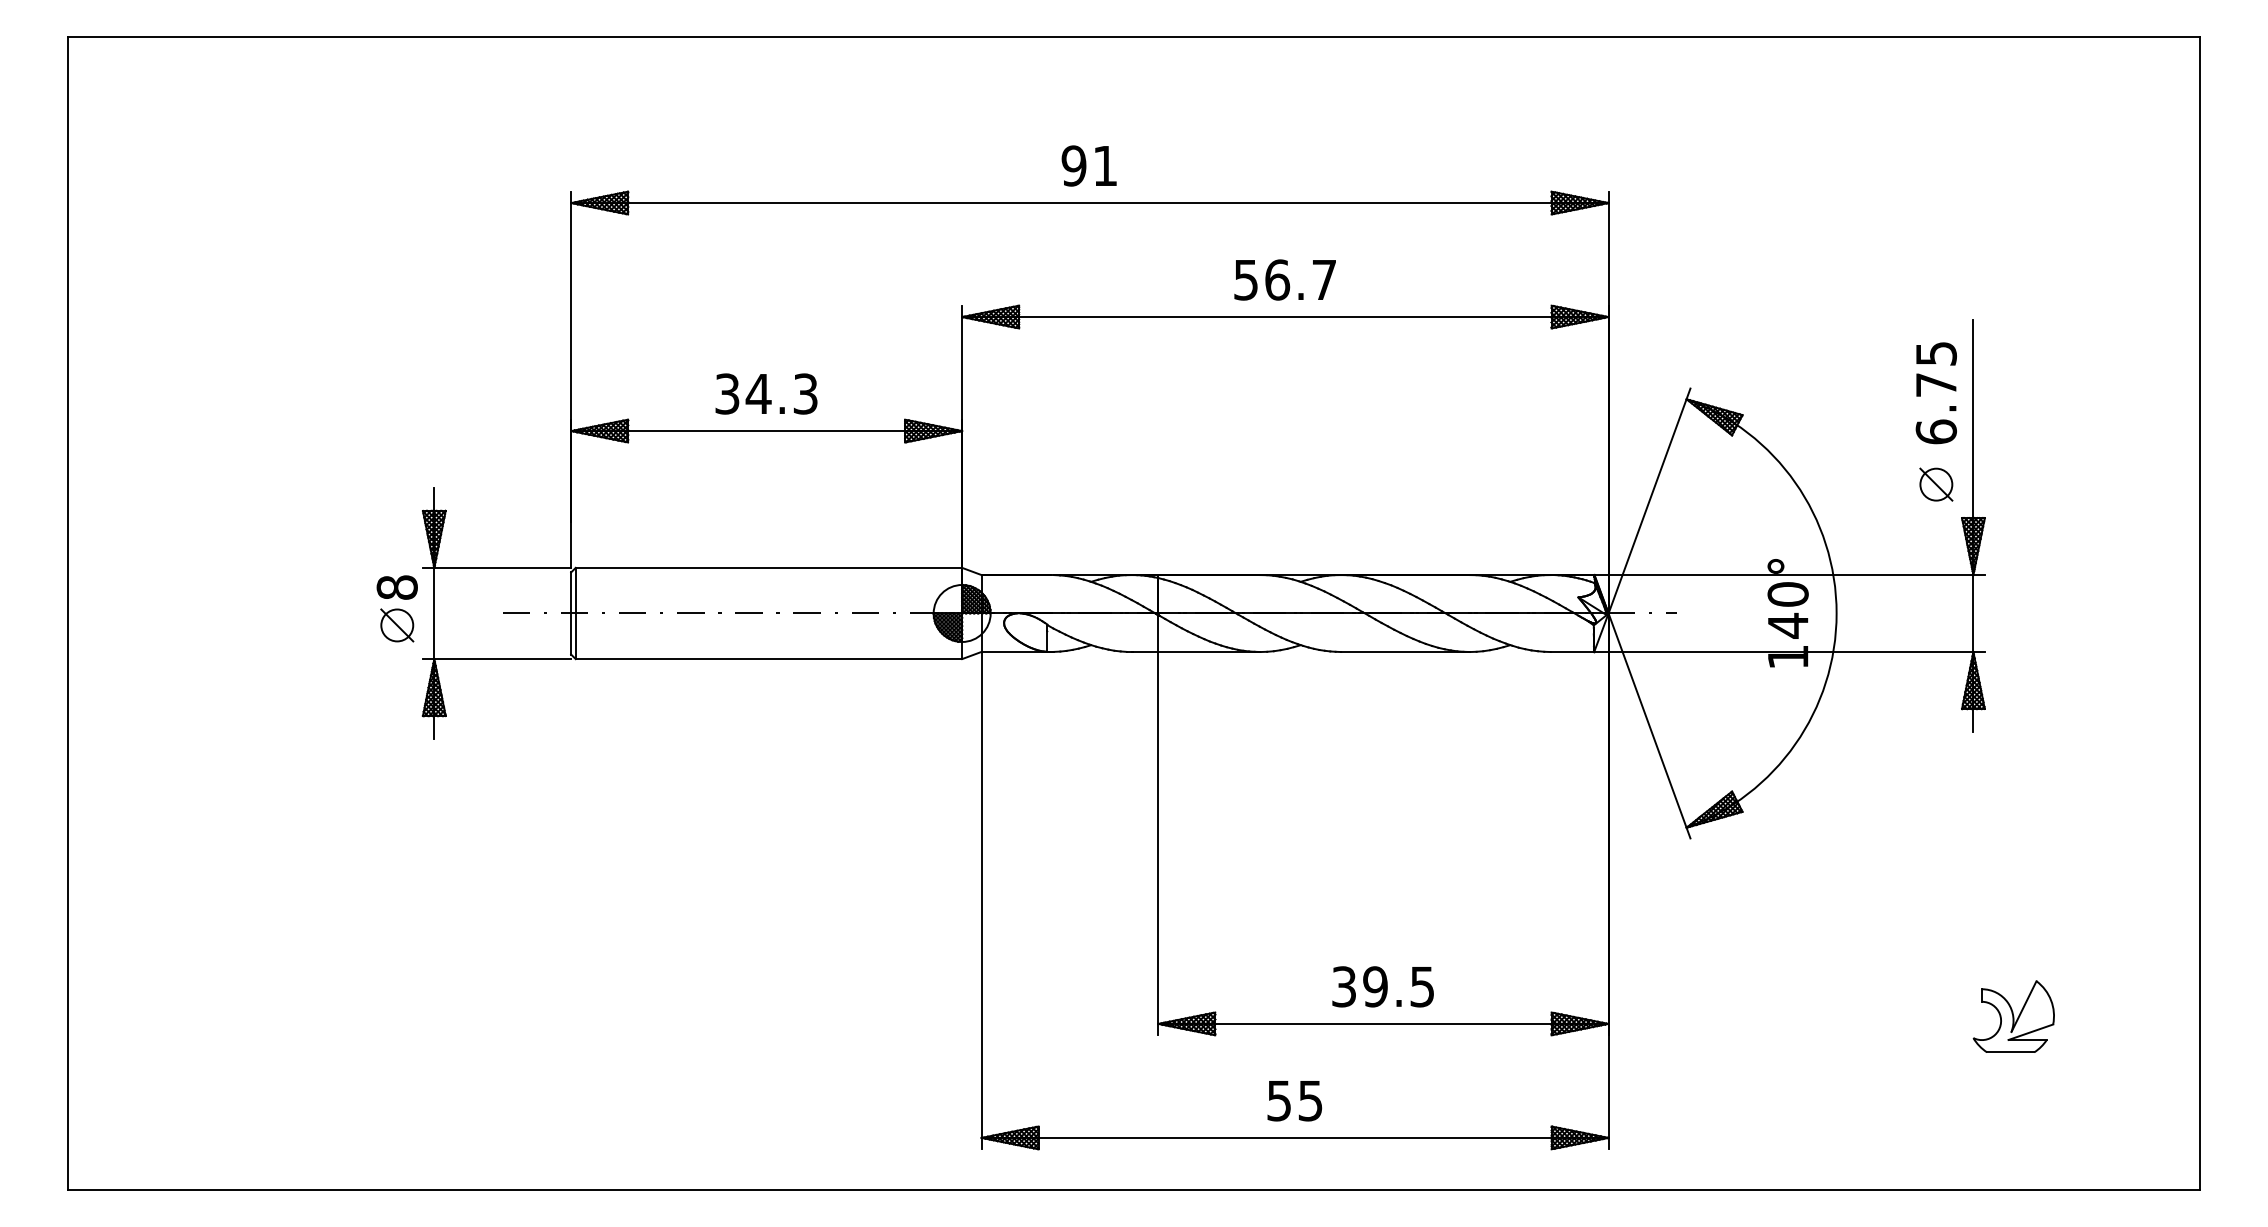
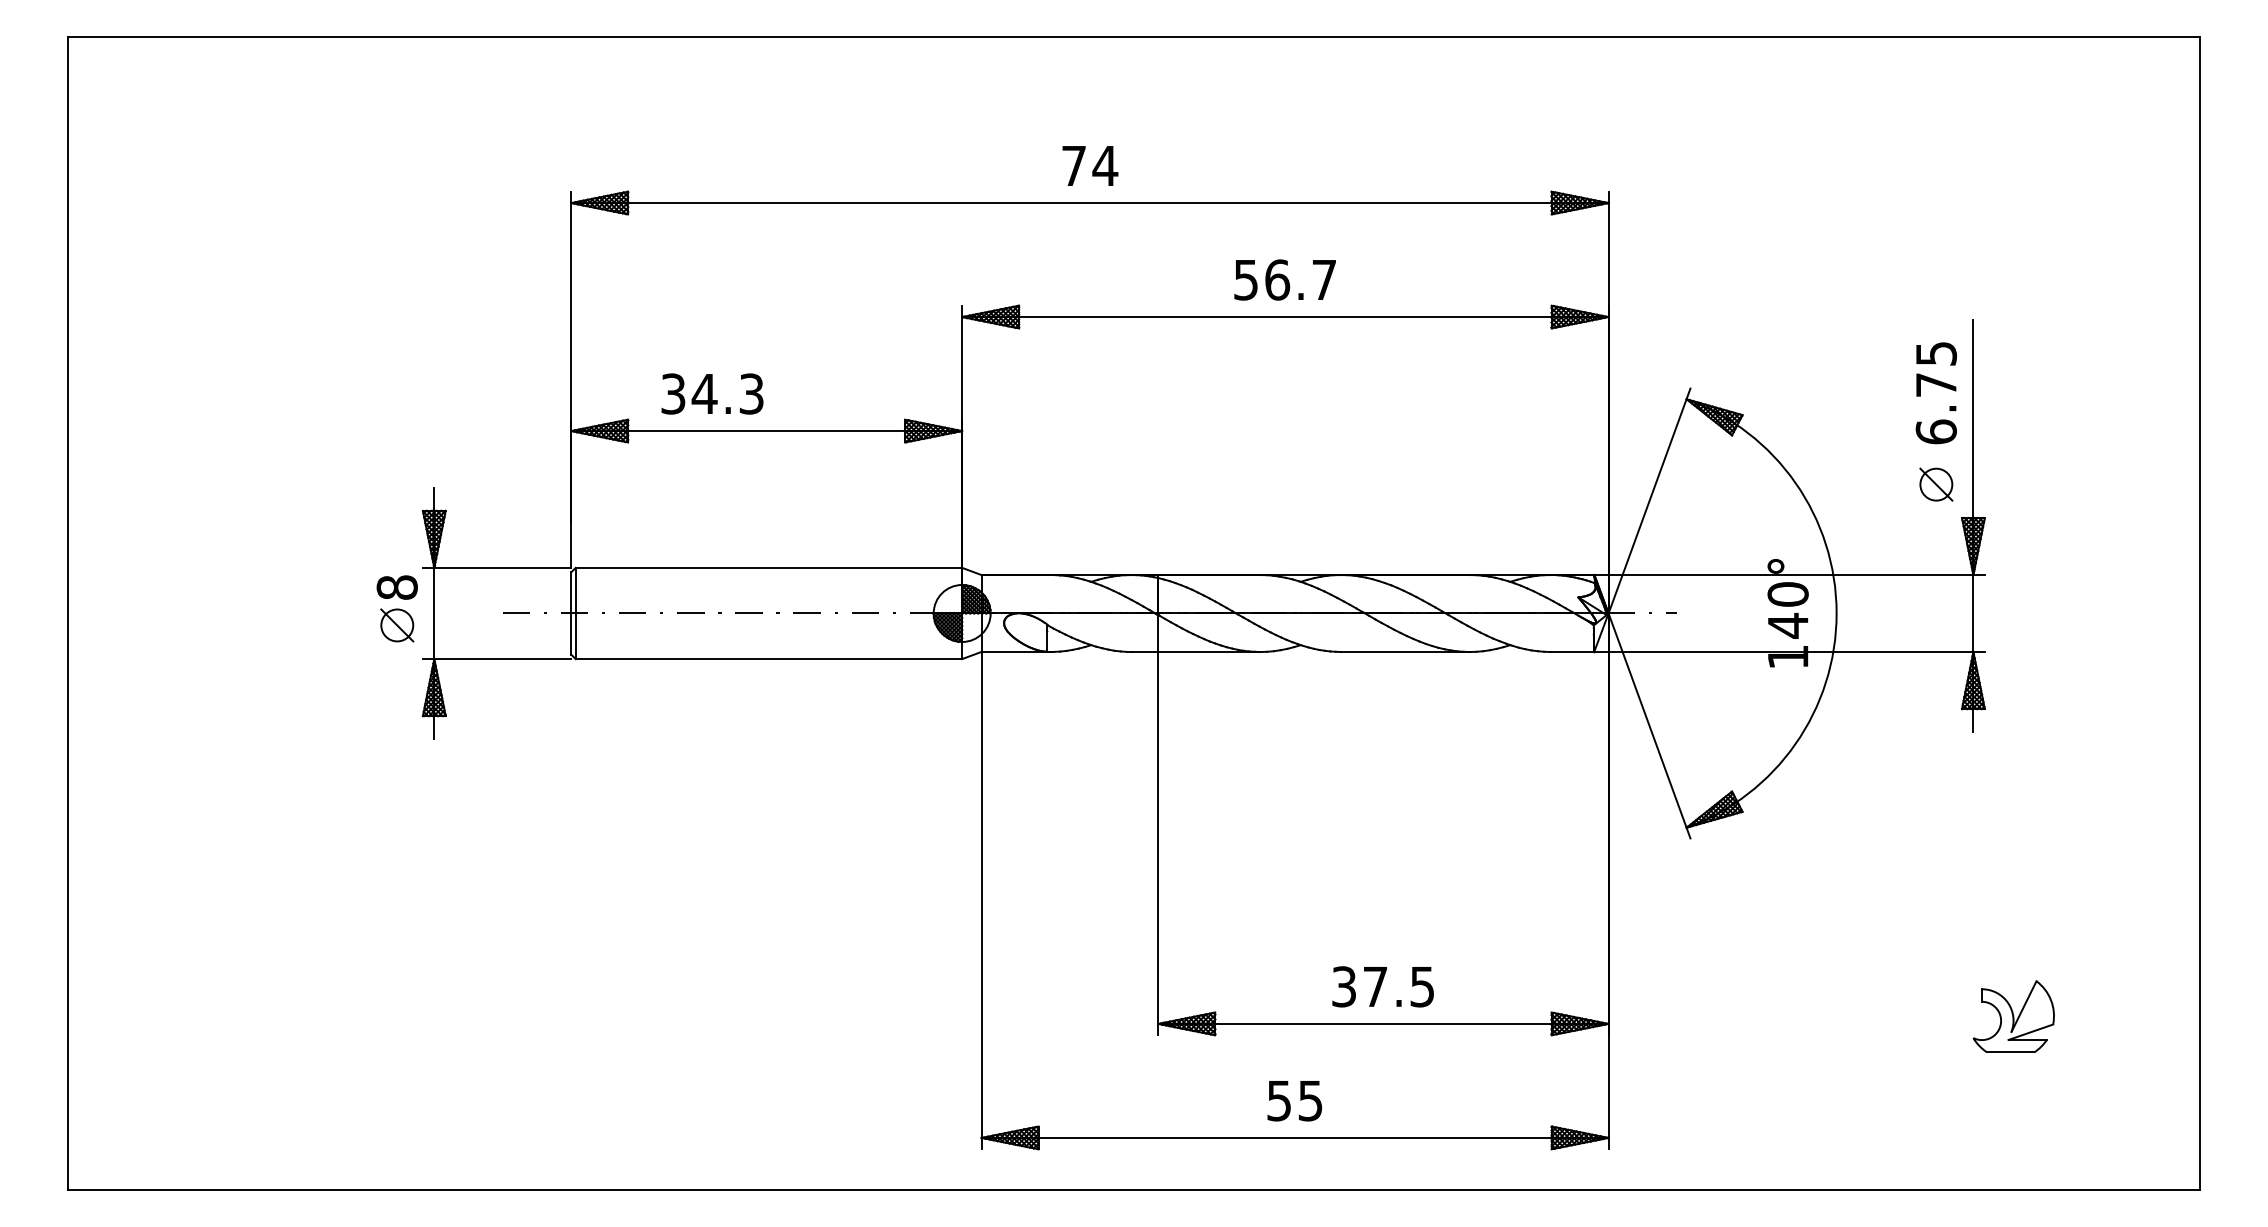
text at (1089, 165): 91 -> 74
text at (766, 393) position: (766, 393) -> (712, 393)
text at (1375, 986): 39.5 -> 37.5
